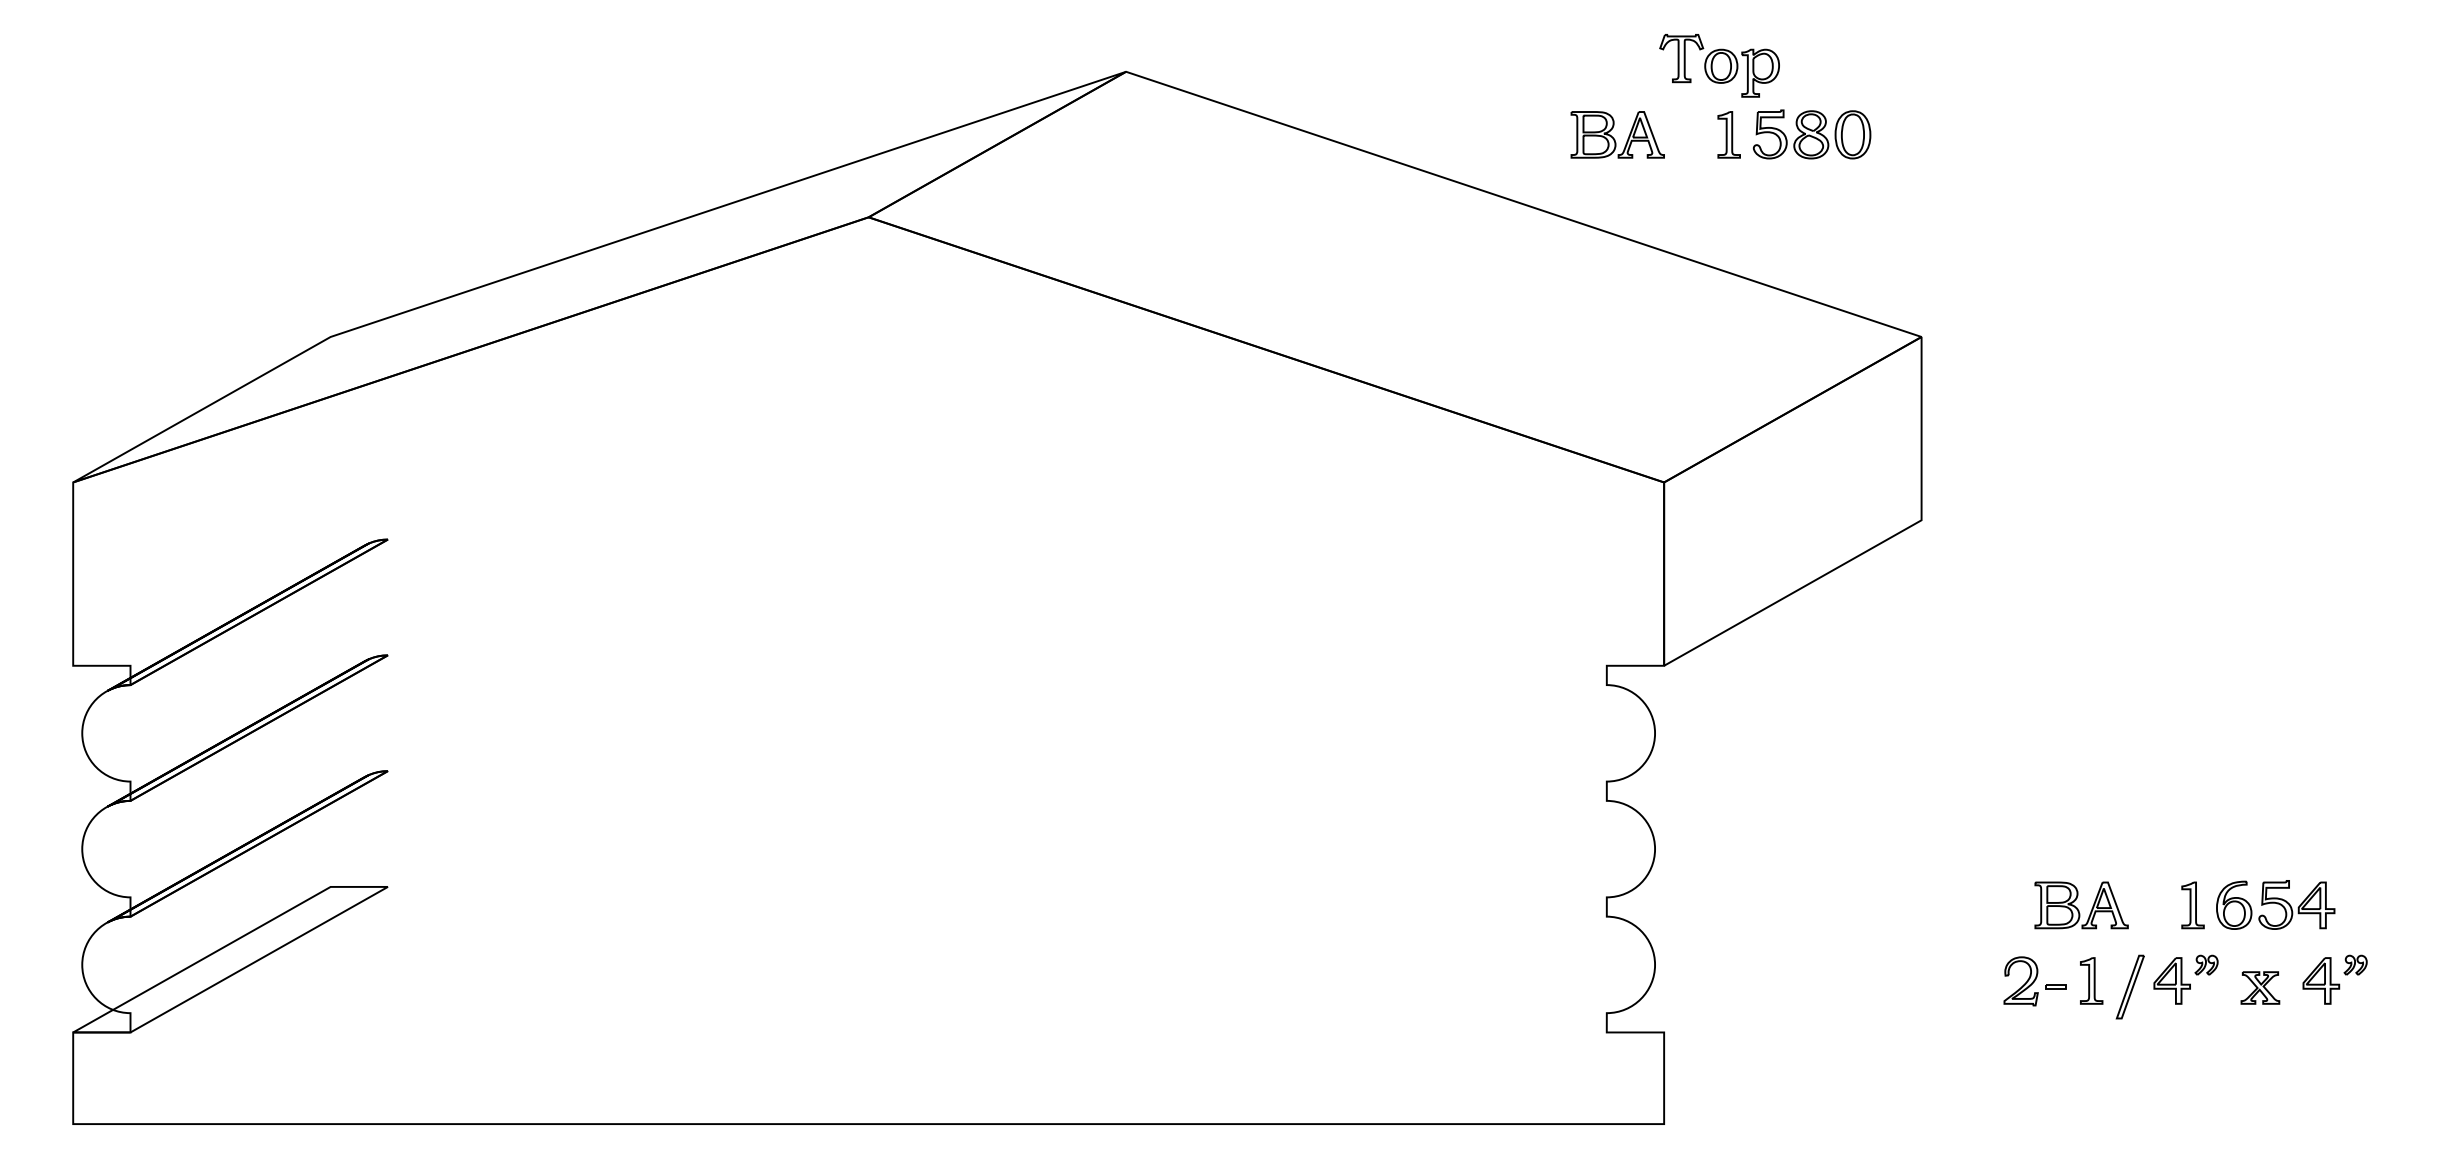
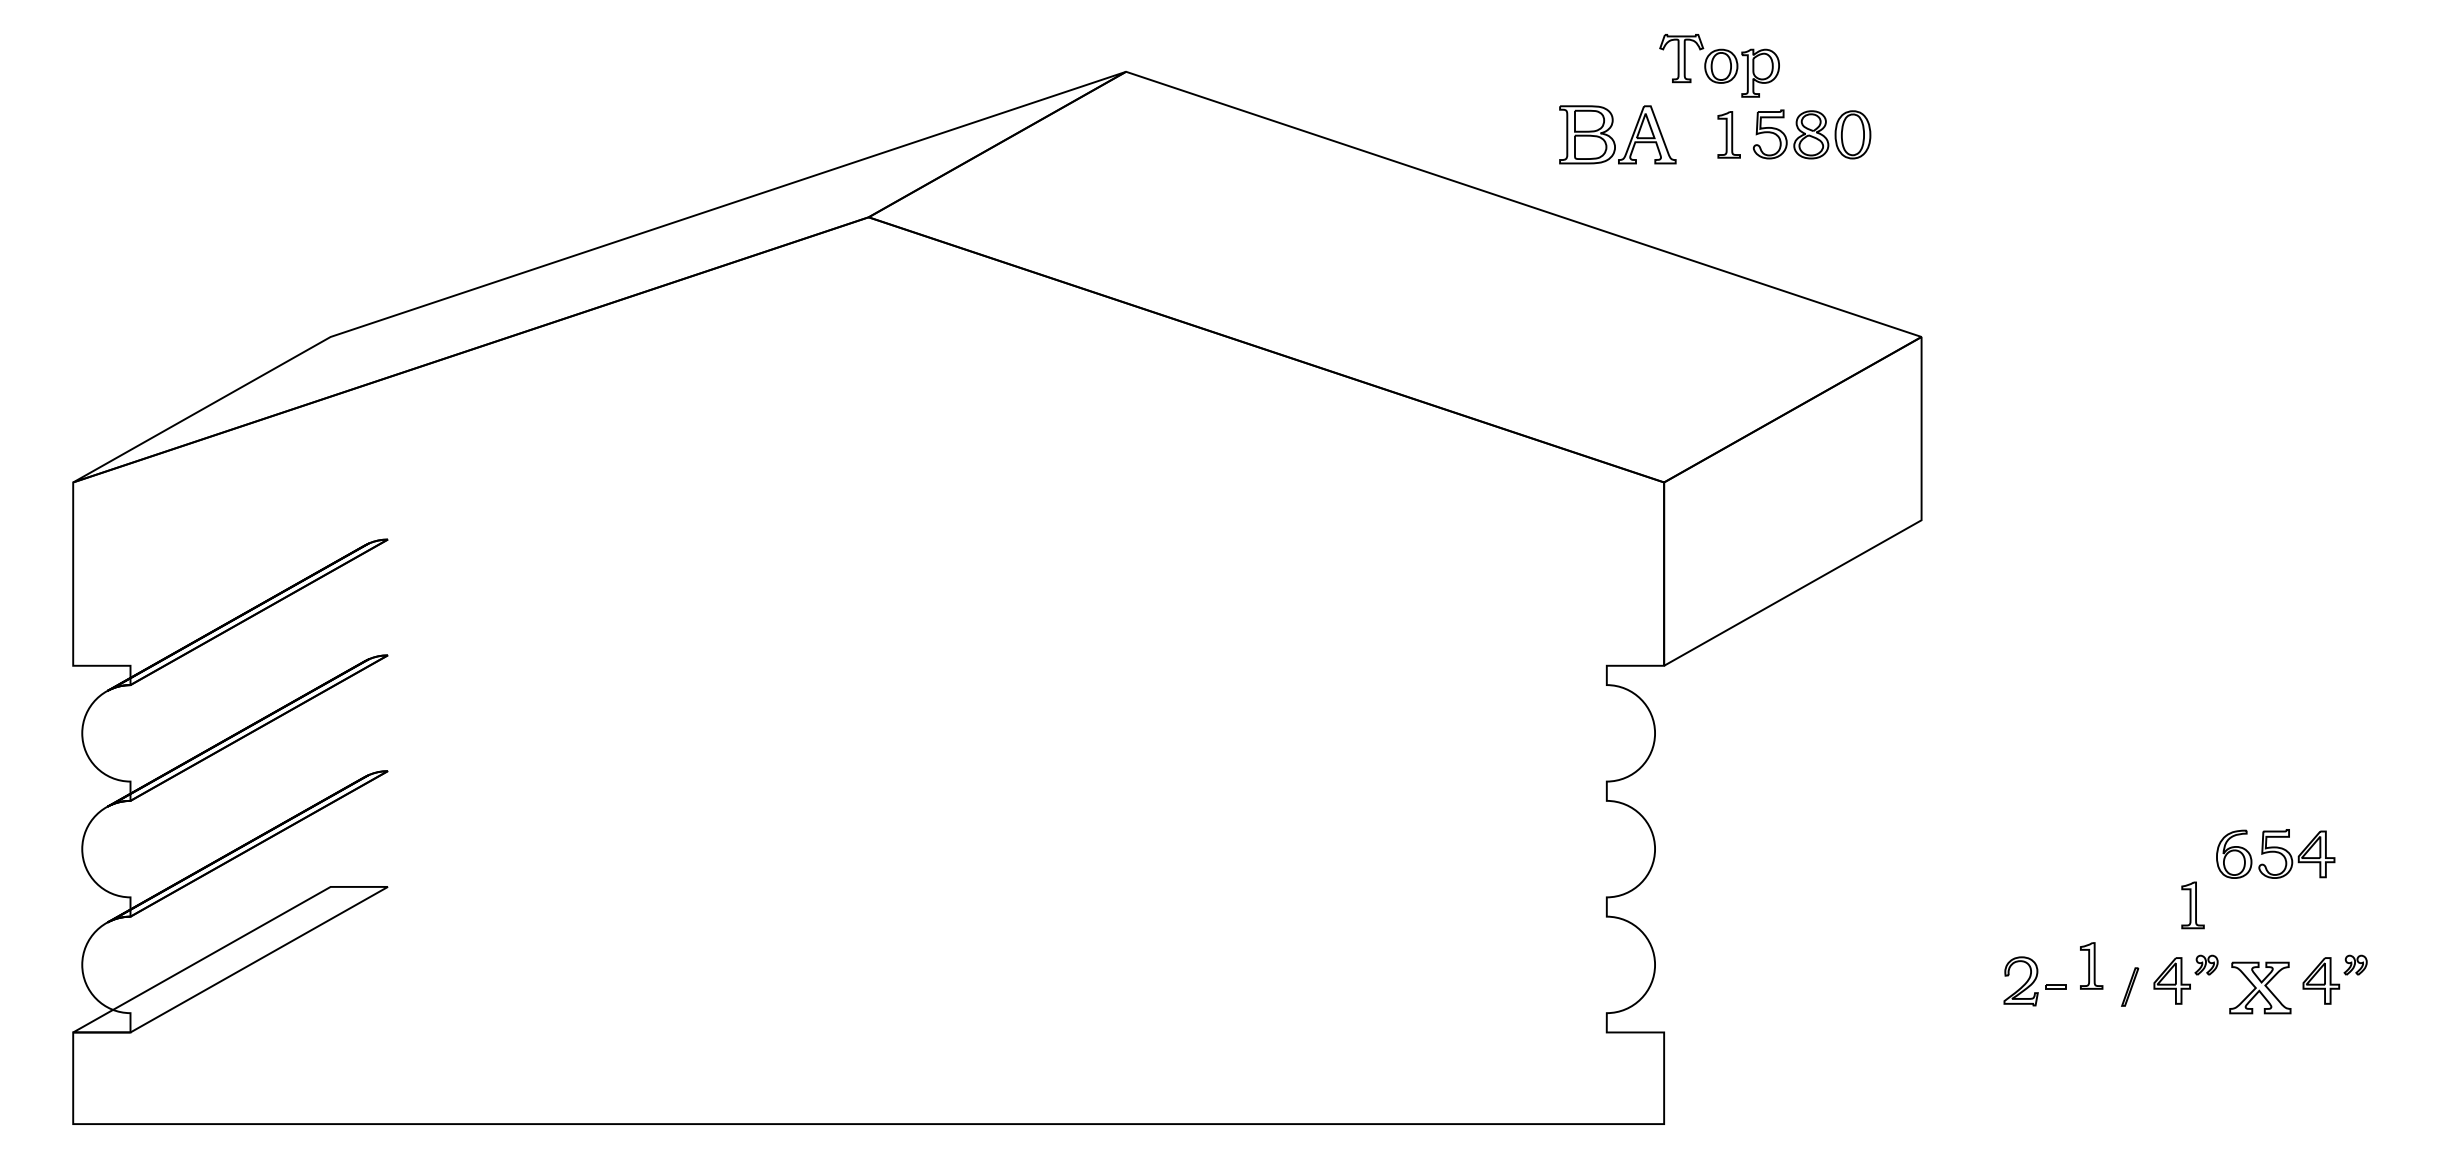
part at (1617, 134) size: 95x48 px -> 118x60 px
part at (2275, 904) position: (2275, 904) -> (2275, 853)
part at (2081, 905): present -> none
part at (2091, 980) position: (2091, 980) -> (2091, 965)
part at (2129, 986) size: 30x66 px -> 19x40 px
part at (2260, 987) size: 41x34 px -> 63x54 px
